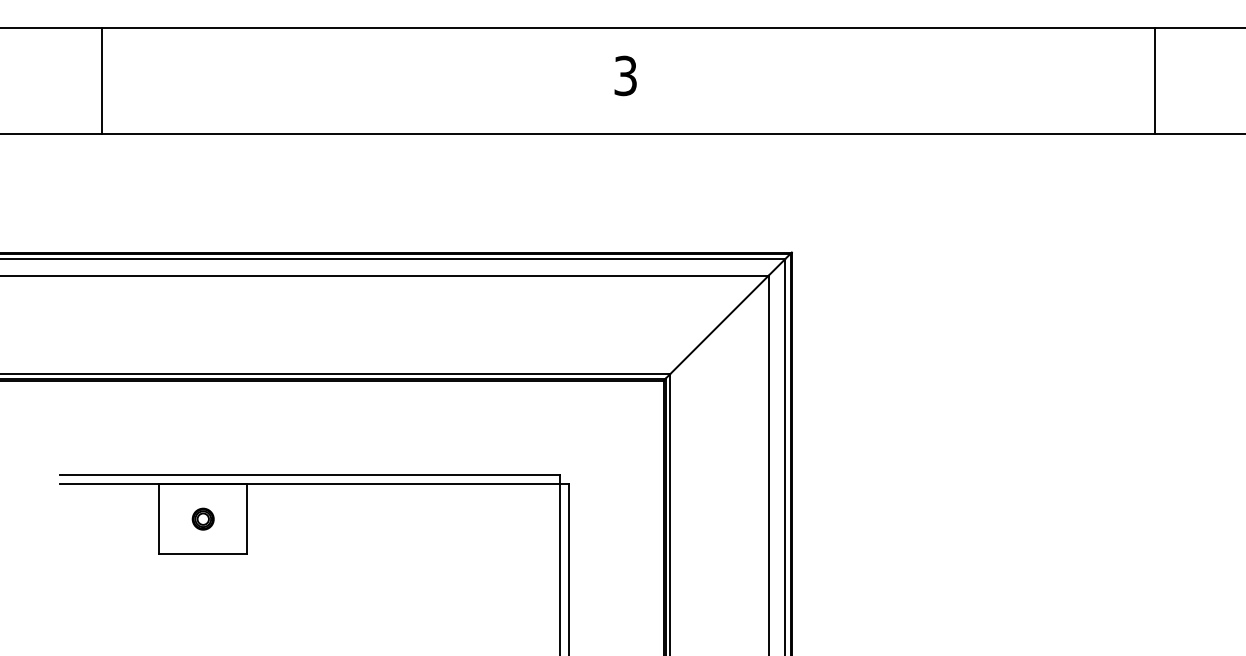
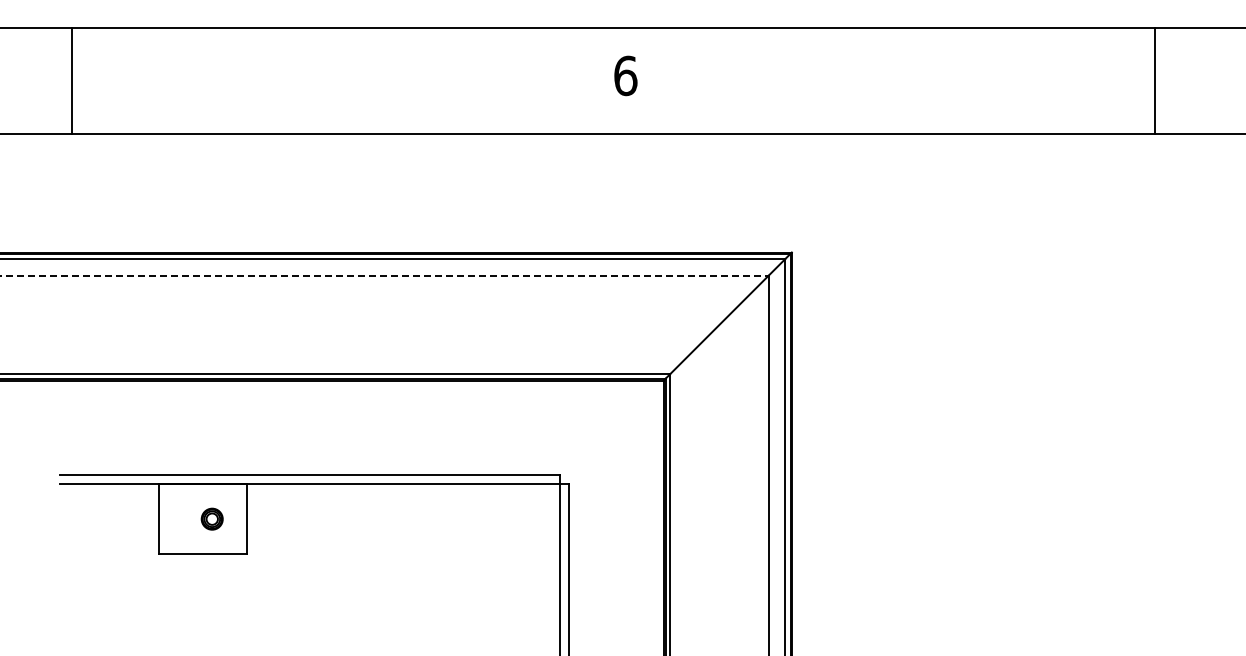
text at (625, 75): 3 -> 6
line at (101, 80) position: (101, 80) -> (71, 80)
line at (384, 275): solid -> dashed
part at (202, 518) position: (202, 518) -> (211, 518)
